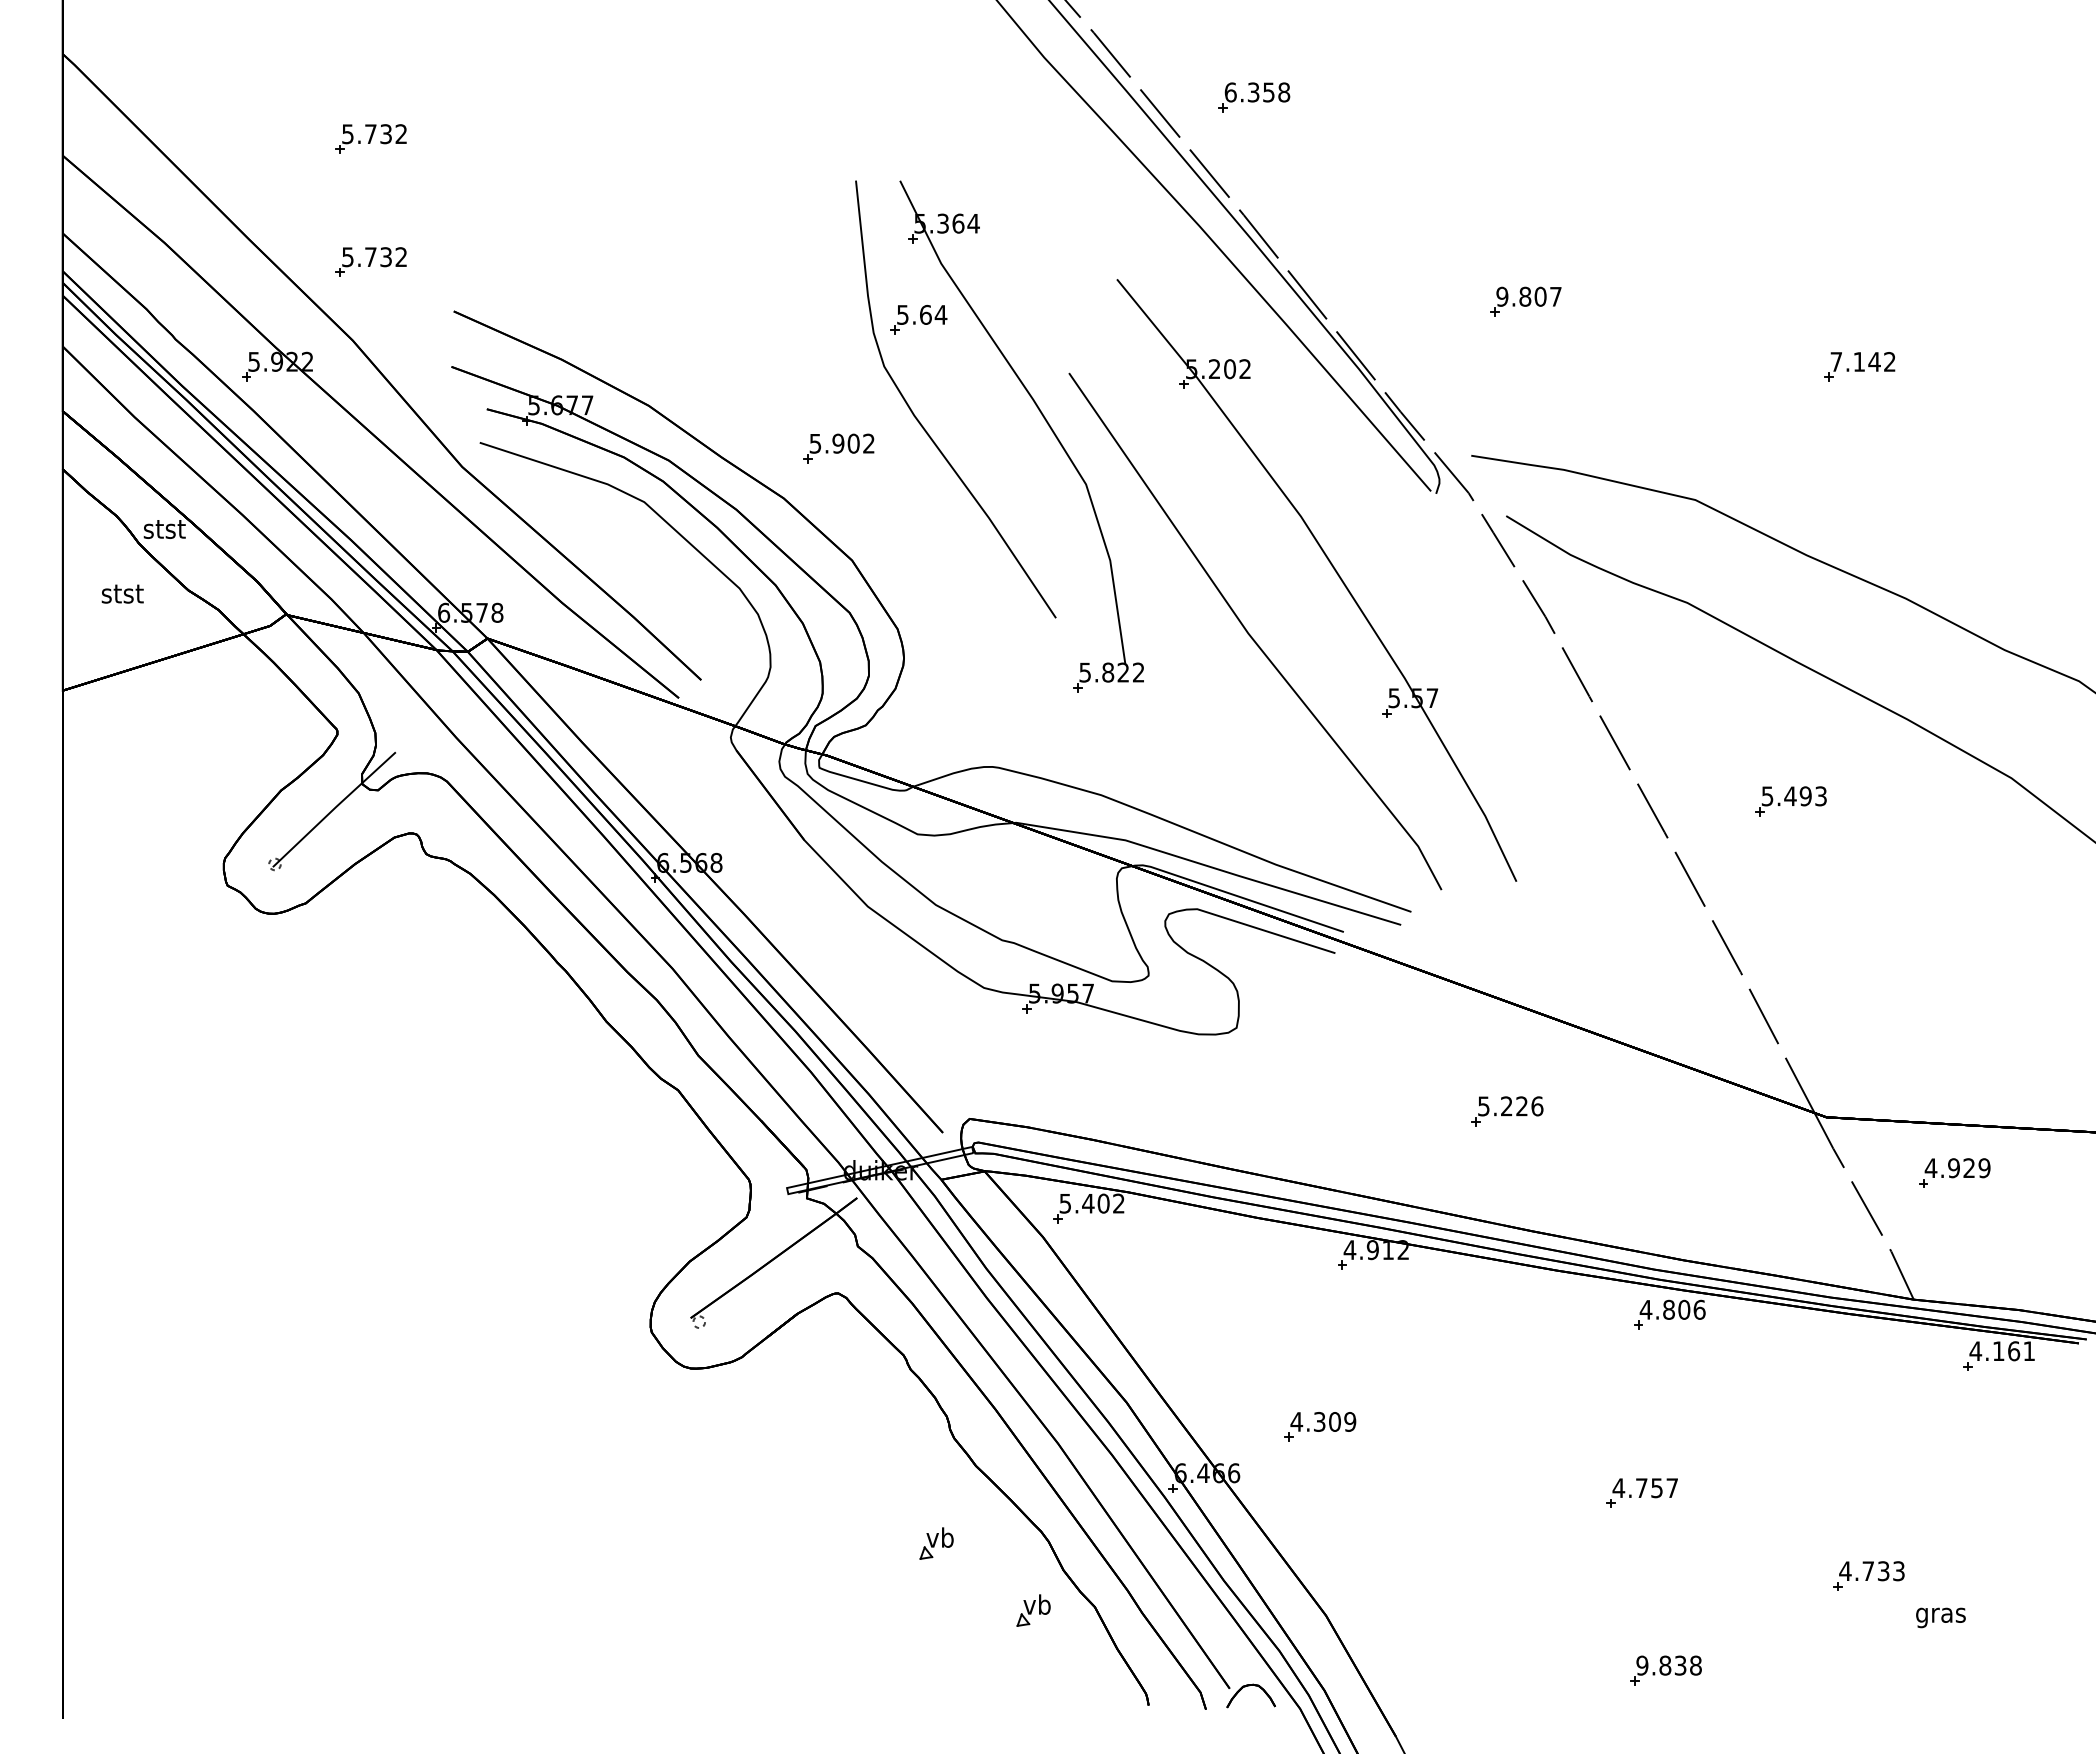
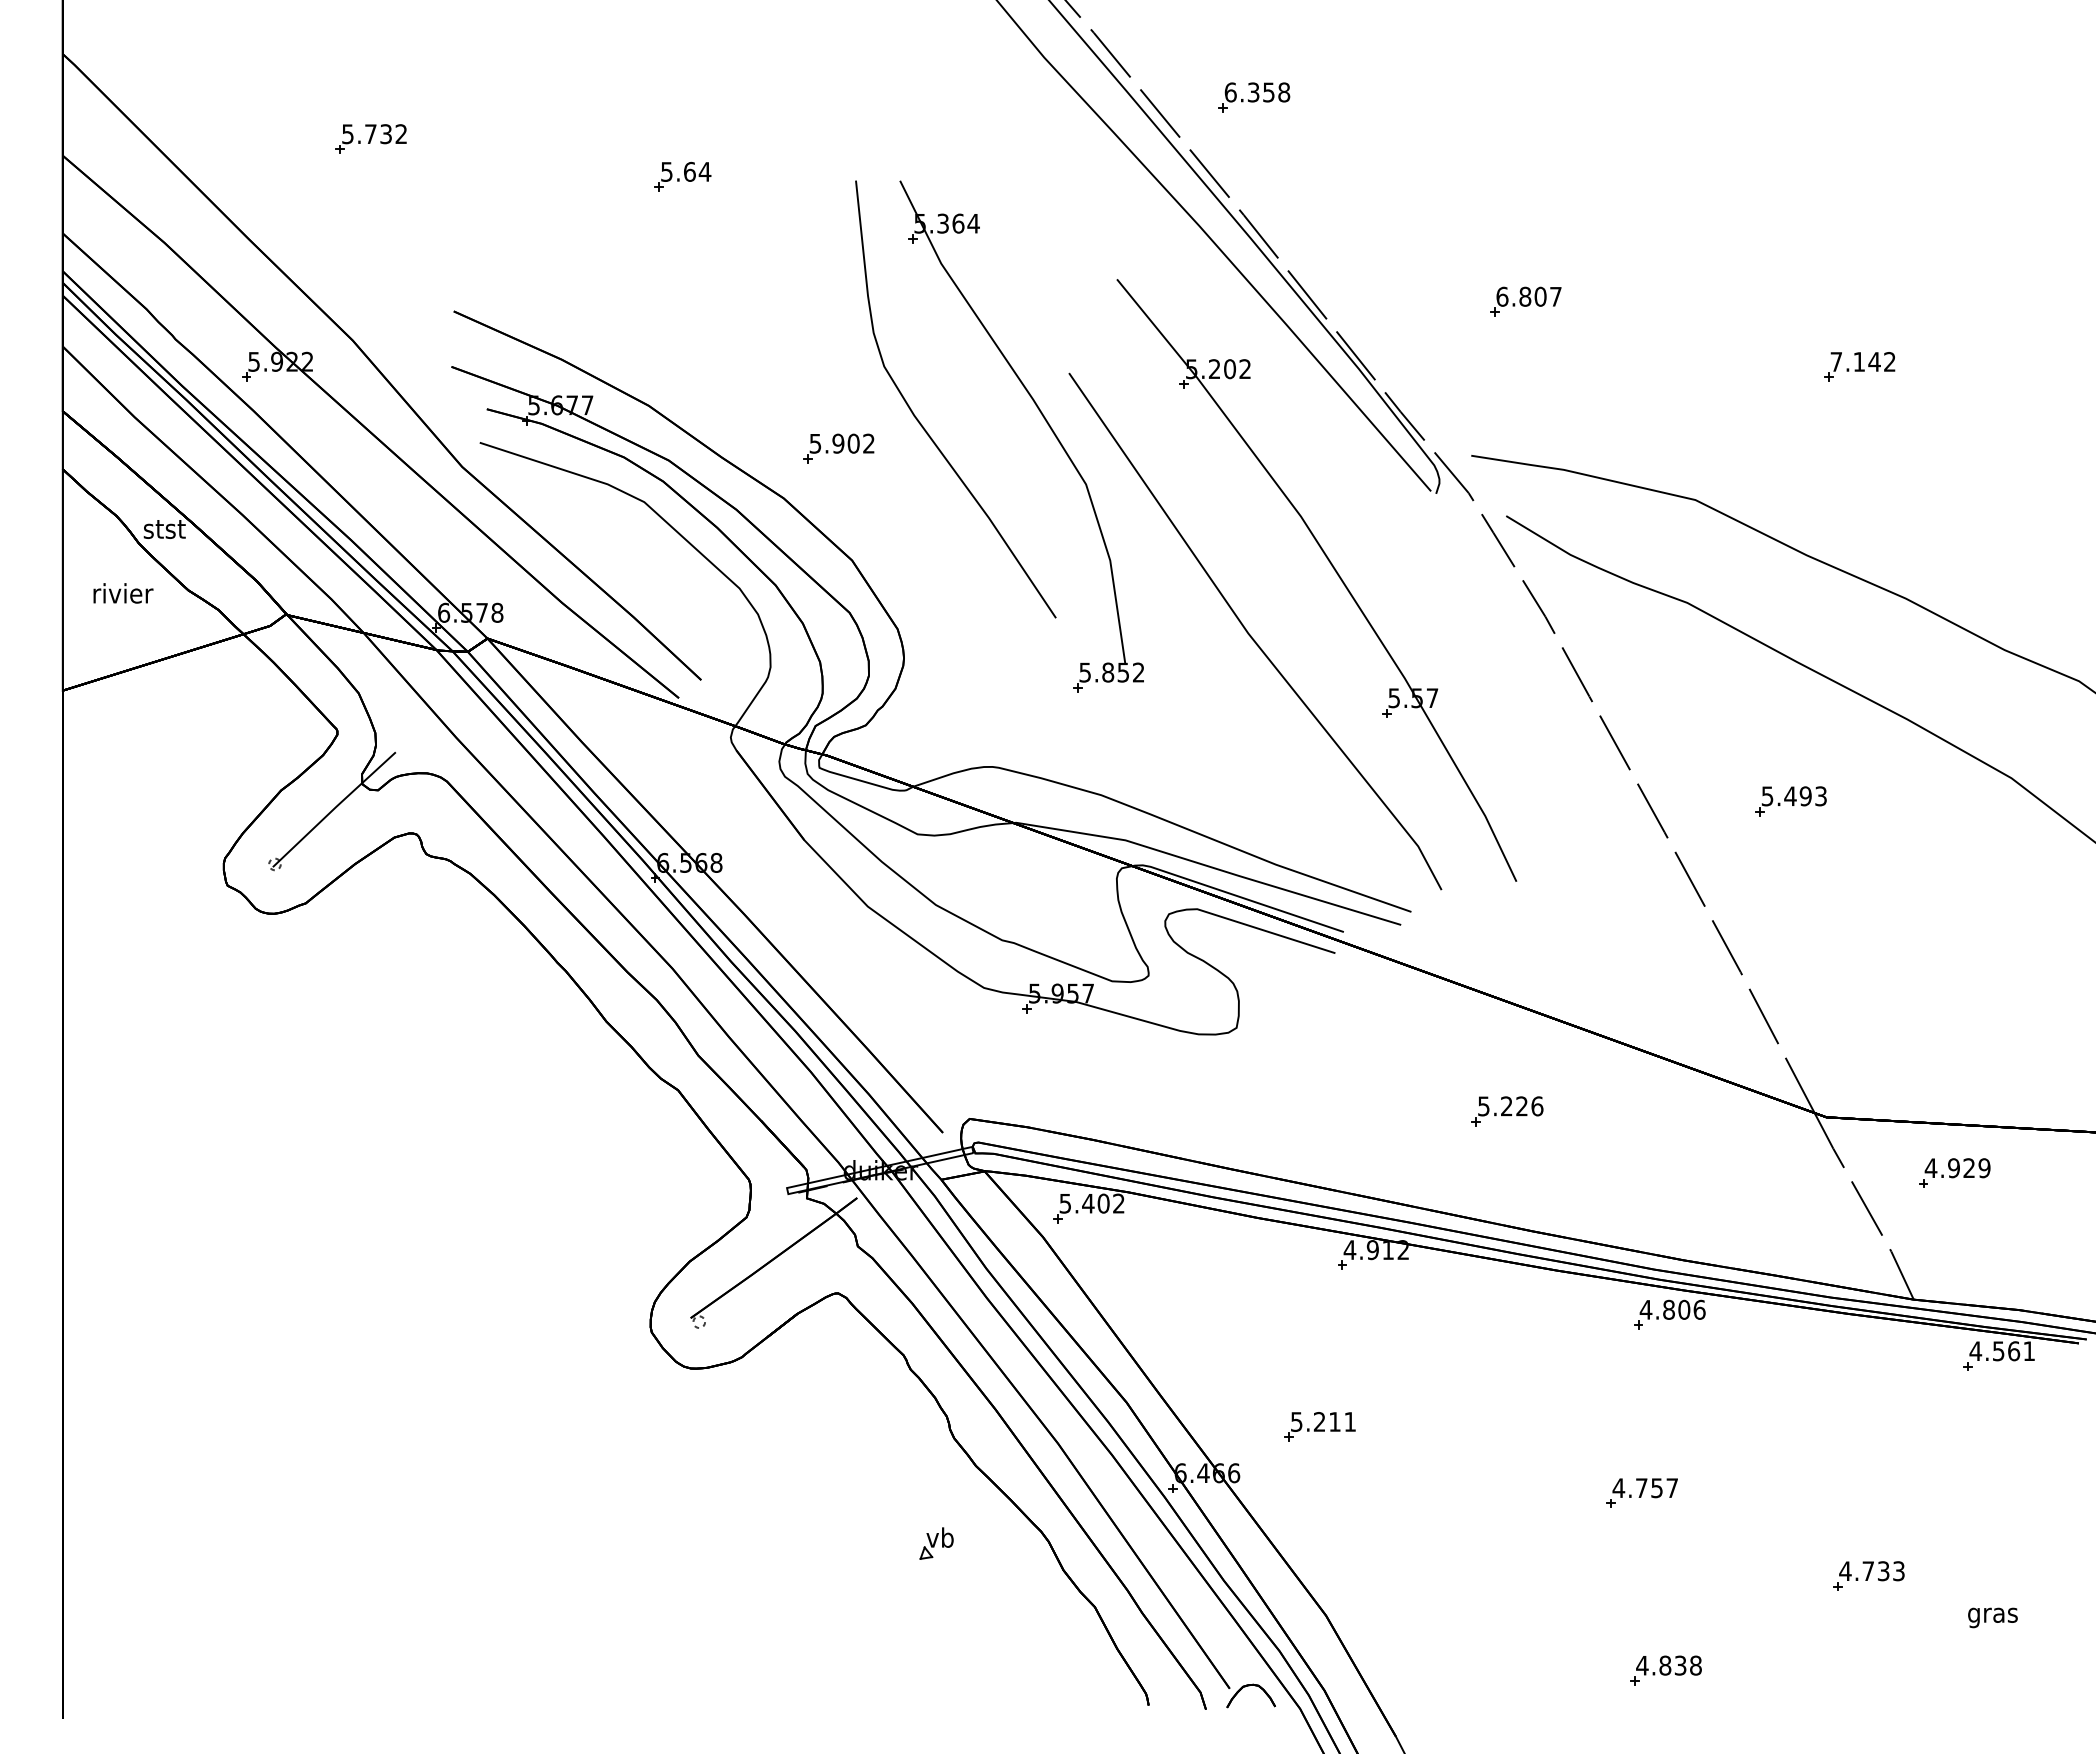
part at (370, 261): present -> none
text at (1502, 296): 9.807 -> 6.807
part at (918, 319) position: (918, 319) -> (682, 176)
text at (123, 593): stst -> rivier
text at (1122, 672): 5.822 -> 5.852
text at (1998, 1351): 4.161 -> 4.561
text at (1323, 1421): 4.309 -> 5.211
part at (1033, 1610): present -> none
text at (1940, 1617) position: (1940, 1617) -> (1992, 1617)
text at (1642, 1665): 9.838 -> 4.838
